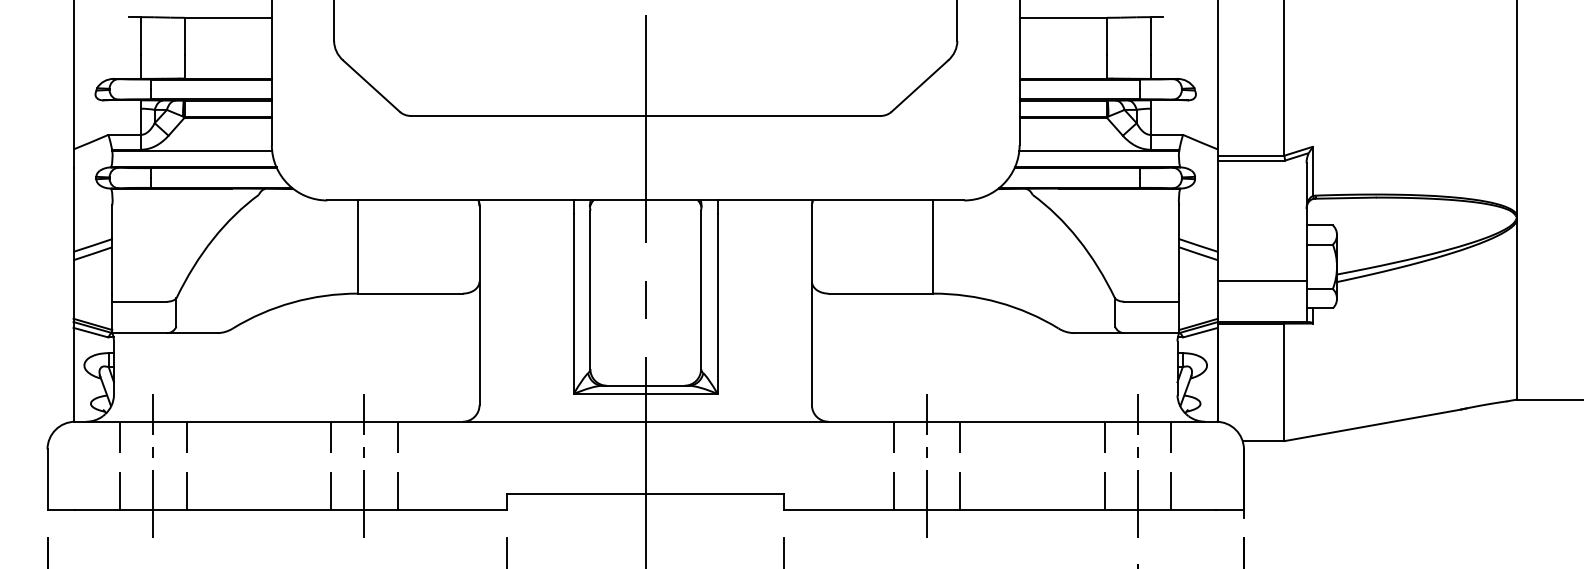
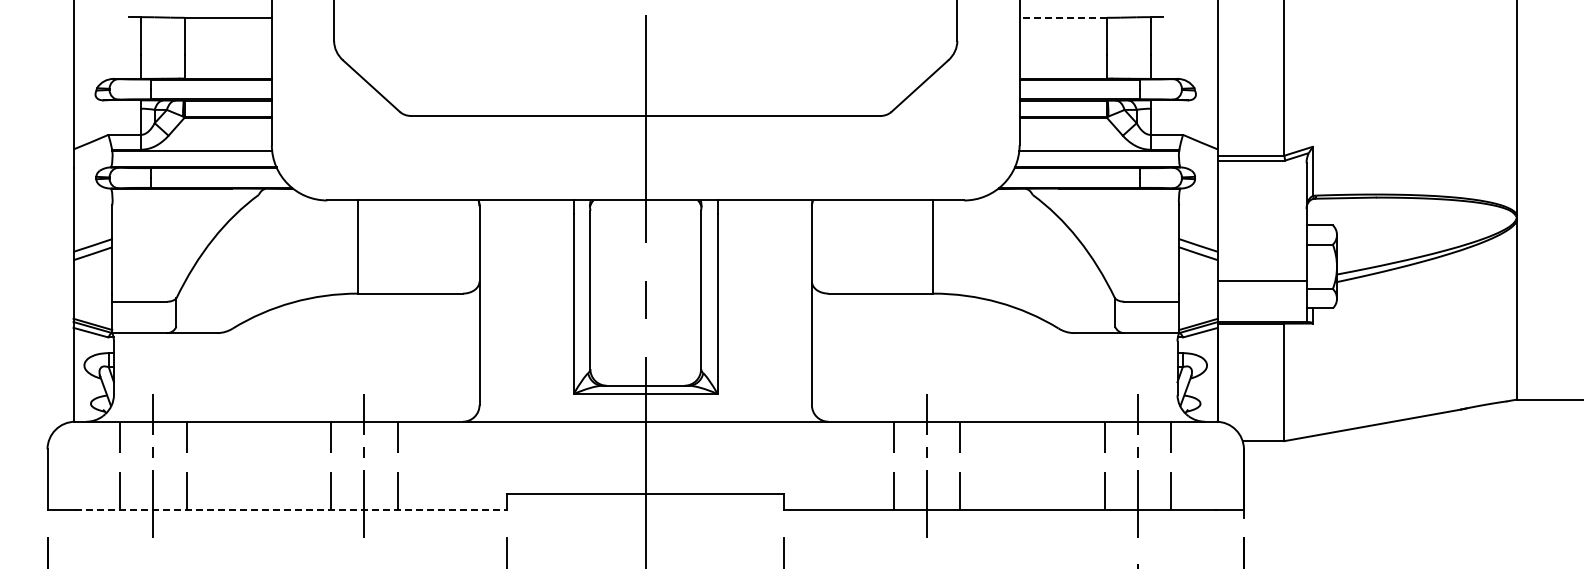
line at (1063, 17): solid -> dashed
line at (291, 510): solid -> dashed
